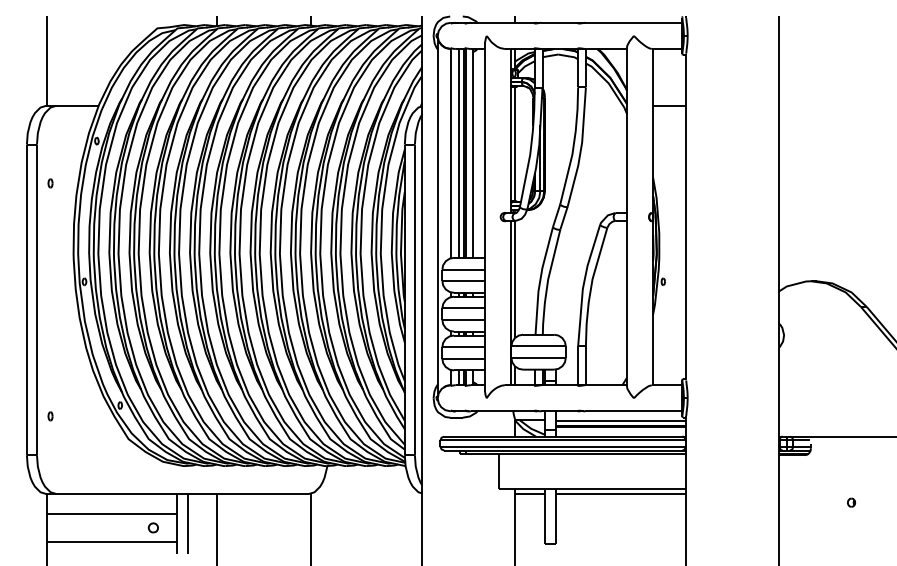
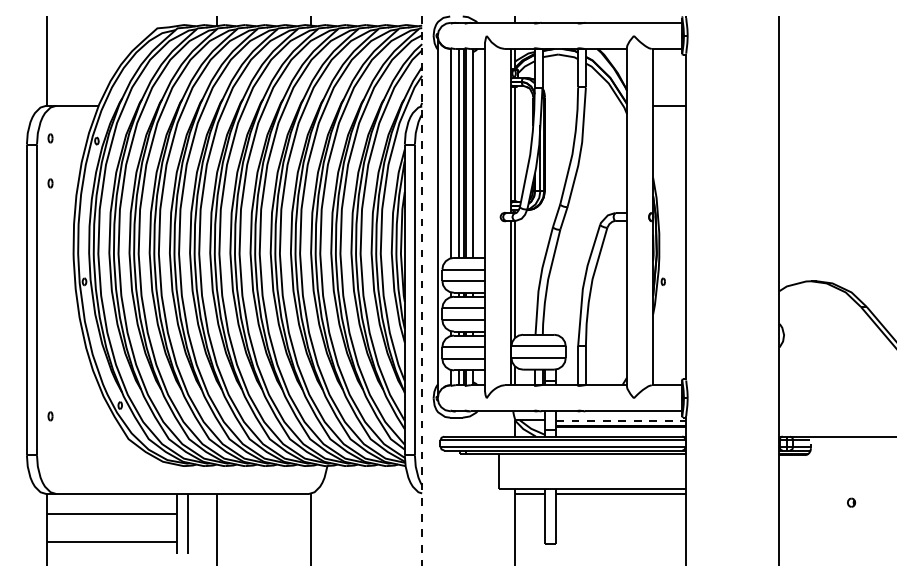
part at (50, 138): none -> present
line at (422, 291): solid -> dashed
line at (621, 421): solid -> dashed
part at (152, 527): present -> none
